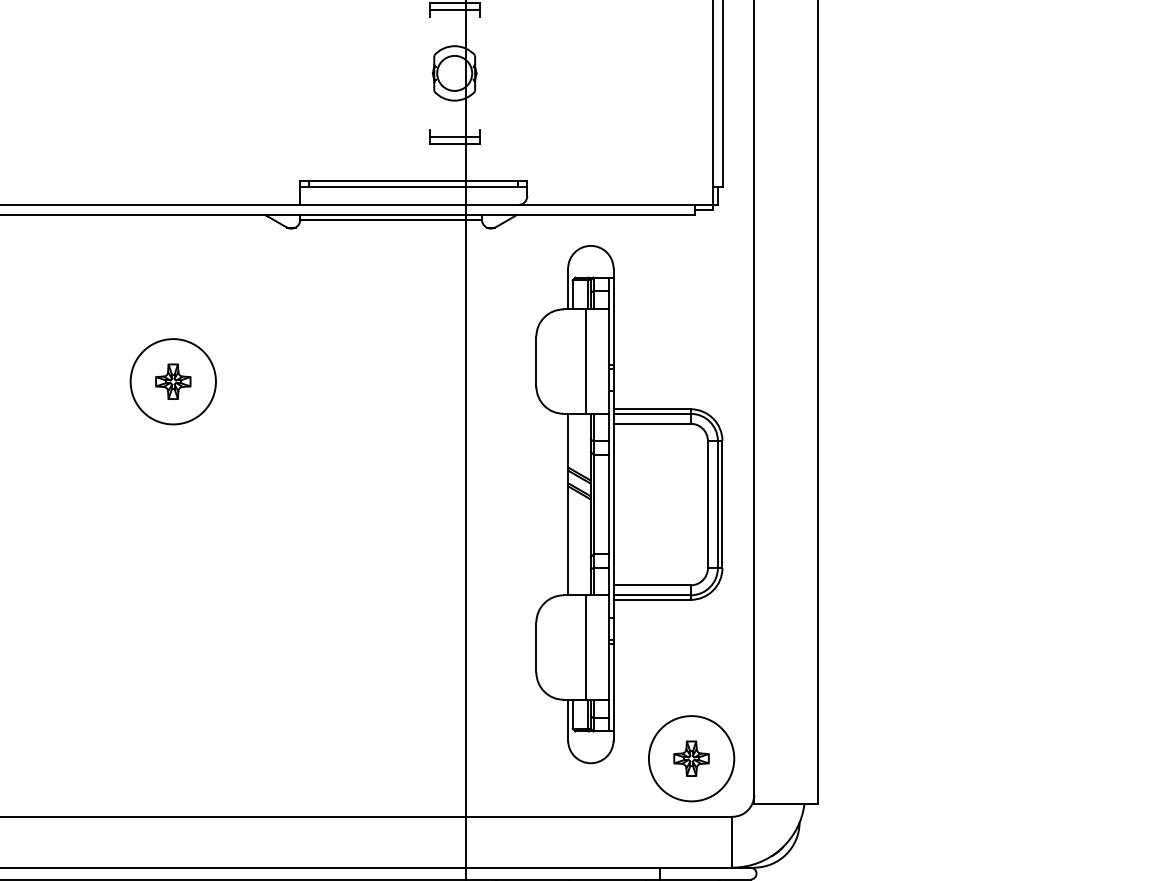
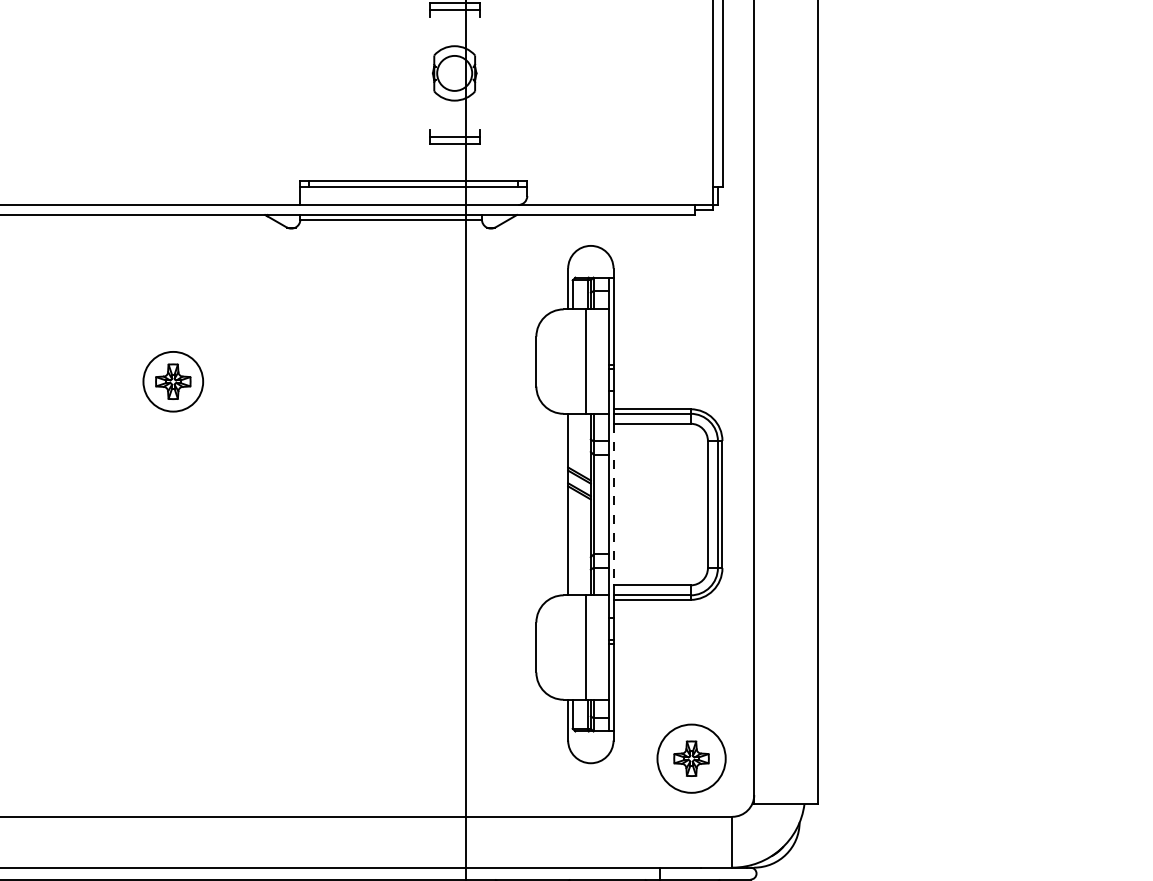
circle at (172, 381) diameter: 85 px -> 60 px
line at (613, 504): solid -> dashed
circle at (691, 758) diameter: 85 px -> 68 px
